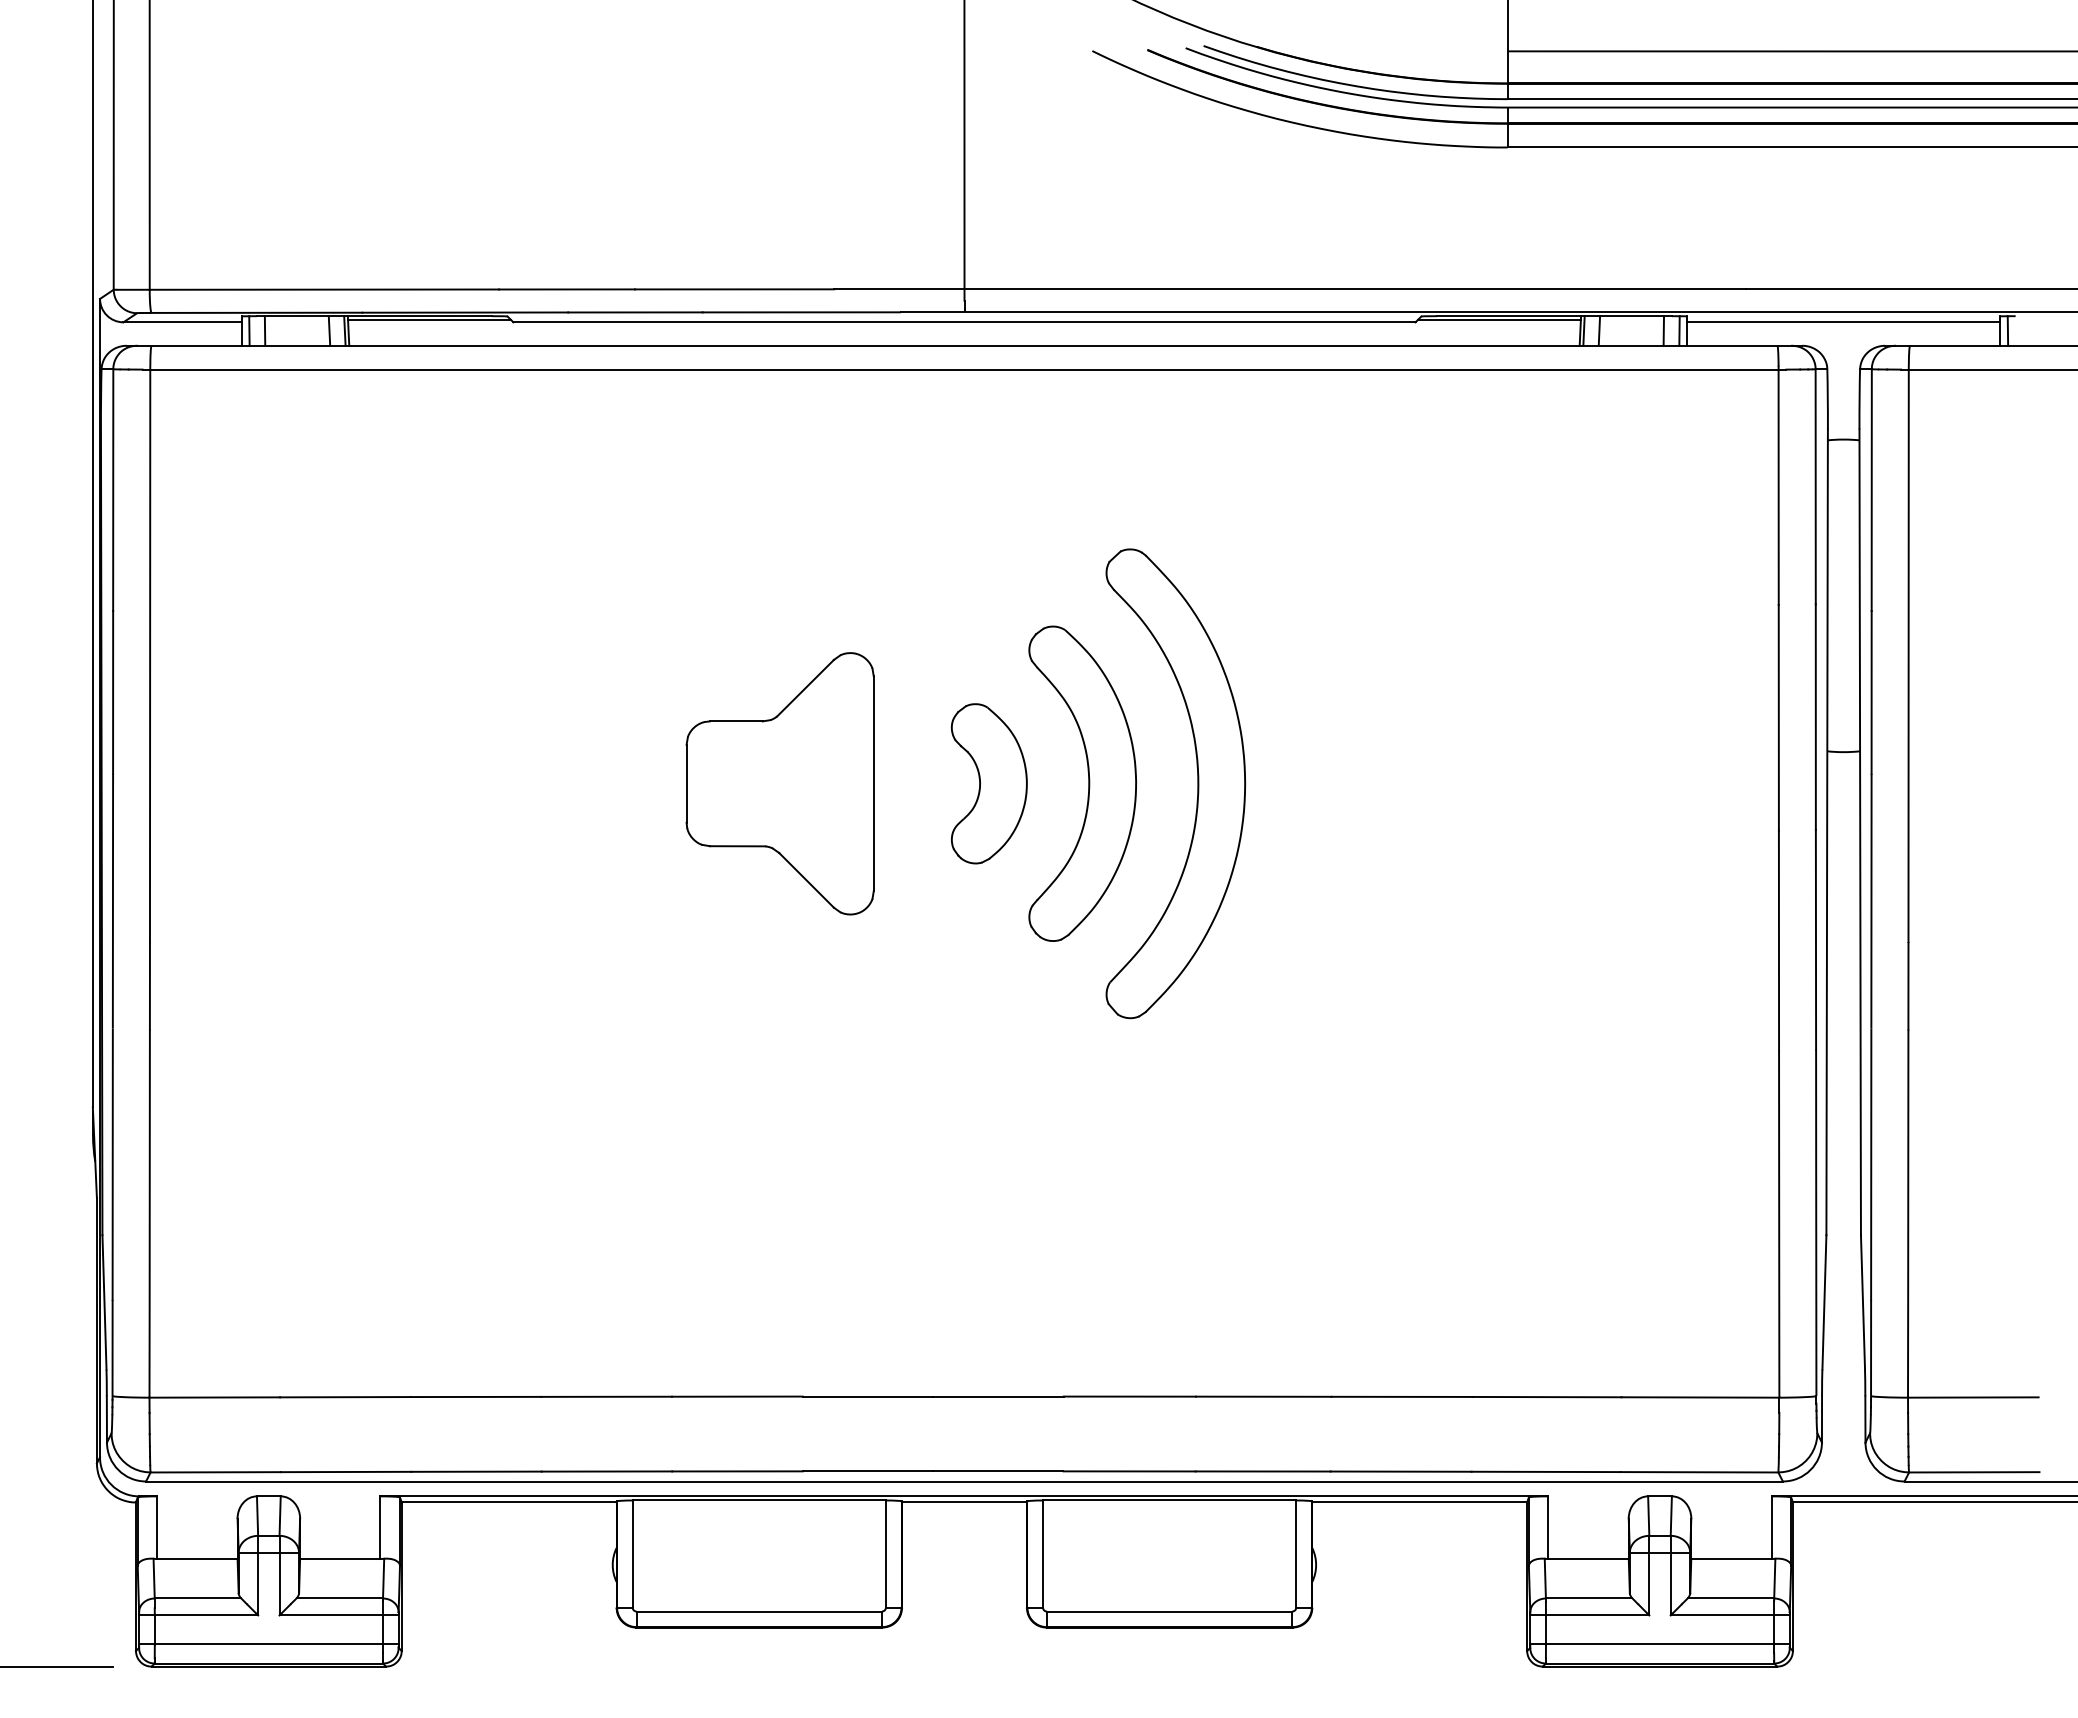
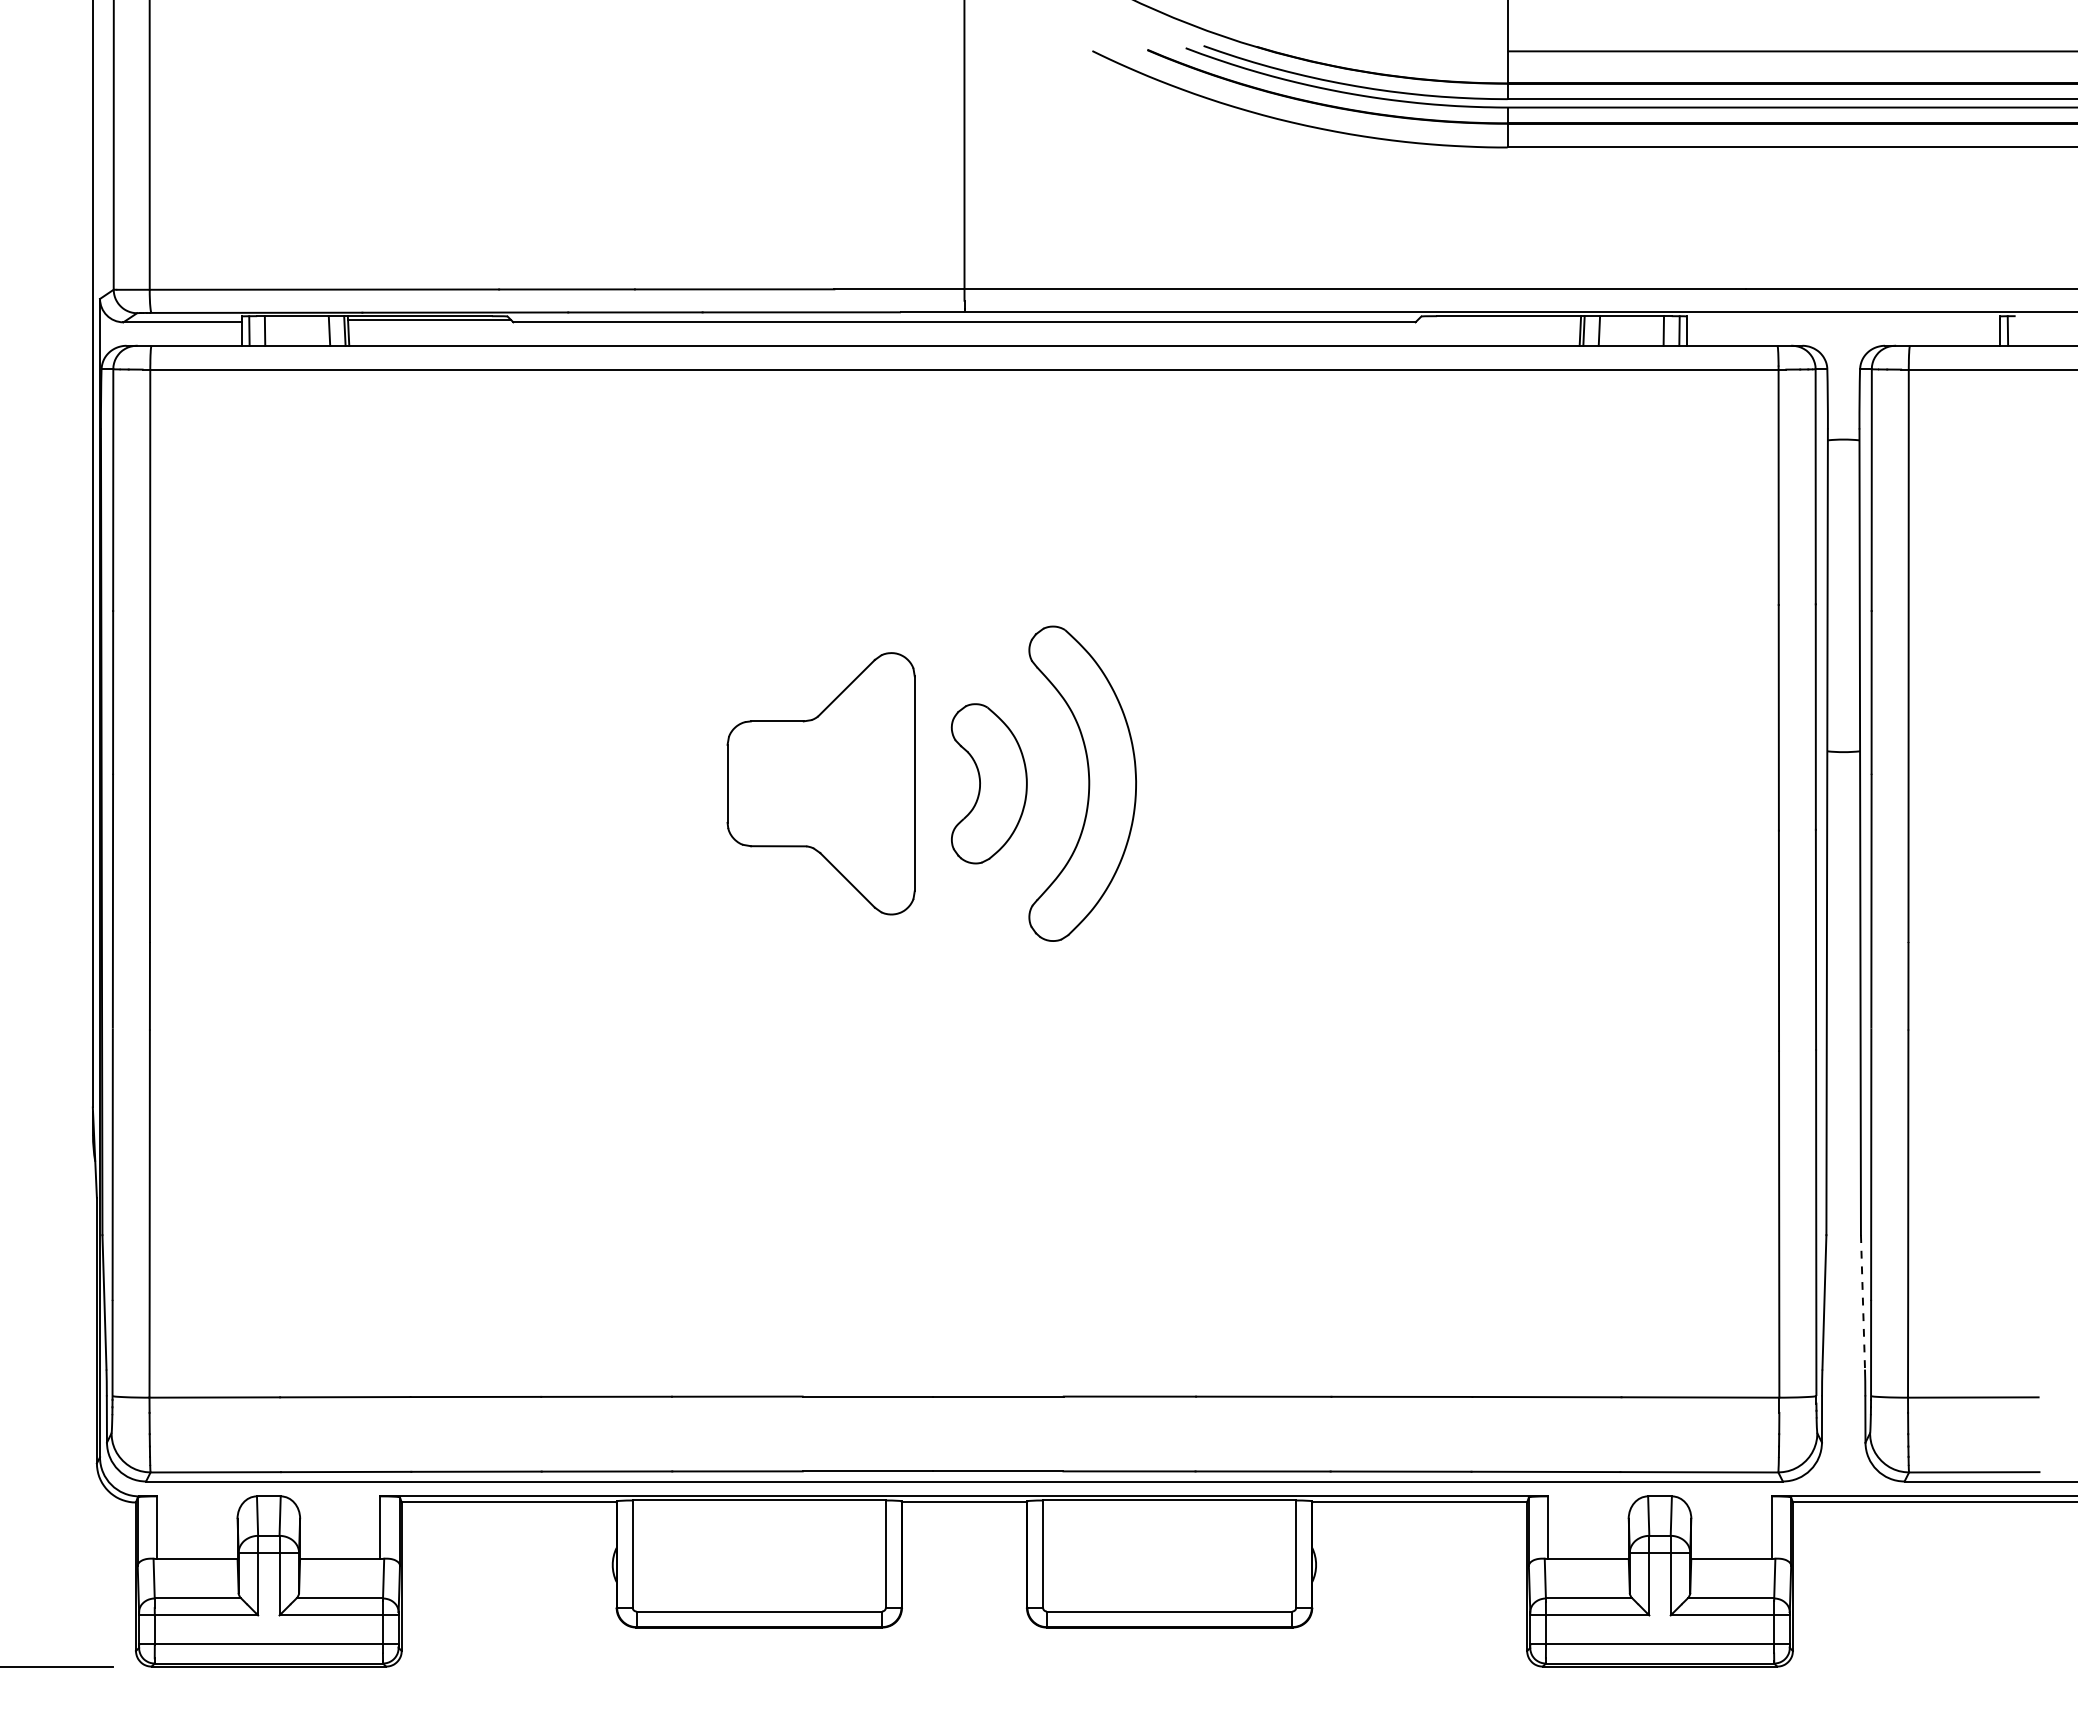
line at (1498, 320): present -> none
line at (1843, 322): present -> none
part at (779, 783) position: (779, 783) -> (820, 783)
part at (1197, 783): present -> none
line at (1863, 1302): solid -> dashed
